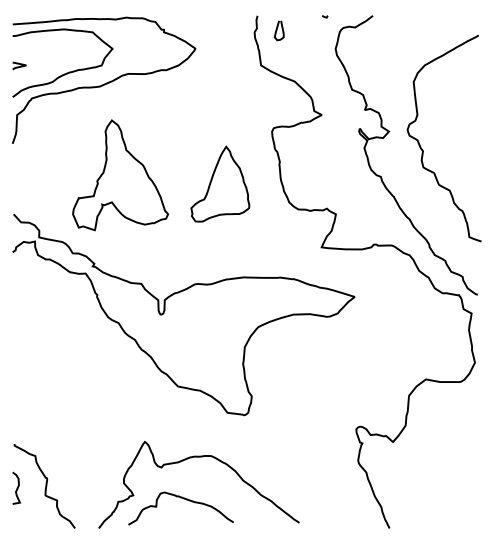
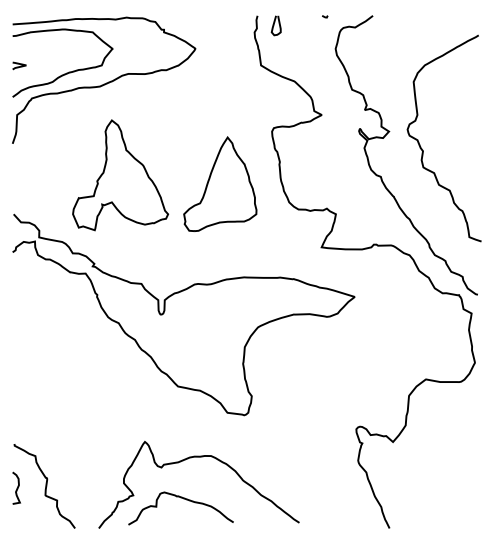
curve at (277, 30) position: (277, 30) -> (274, 25)
part at (220, 183) size: 61x78 px -> 75x96 px
